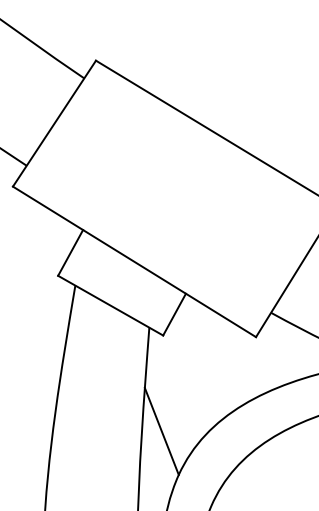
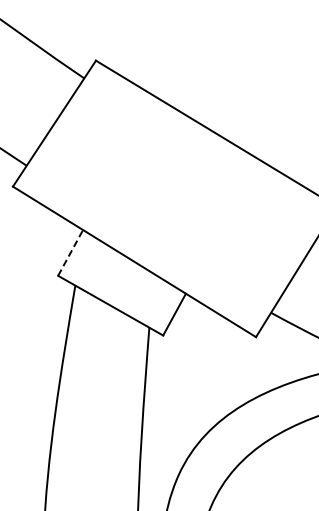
line at (70, 252): solid -> dashed
line at (161, 430): present -> none
